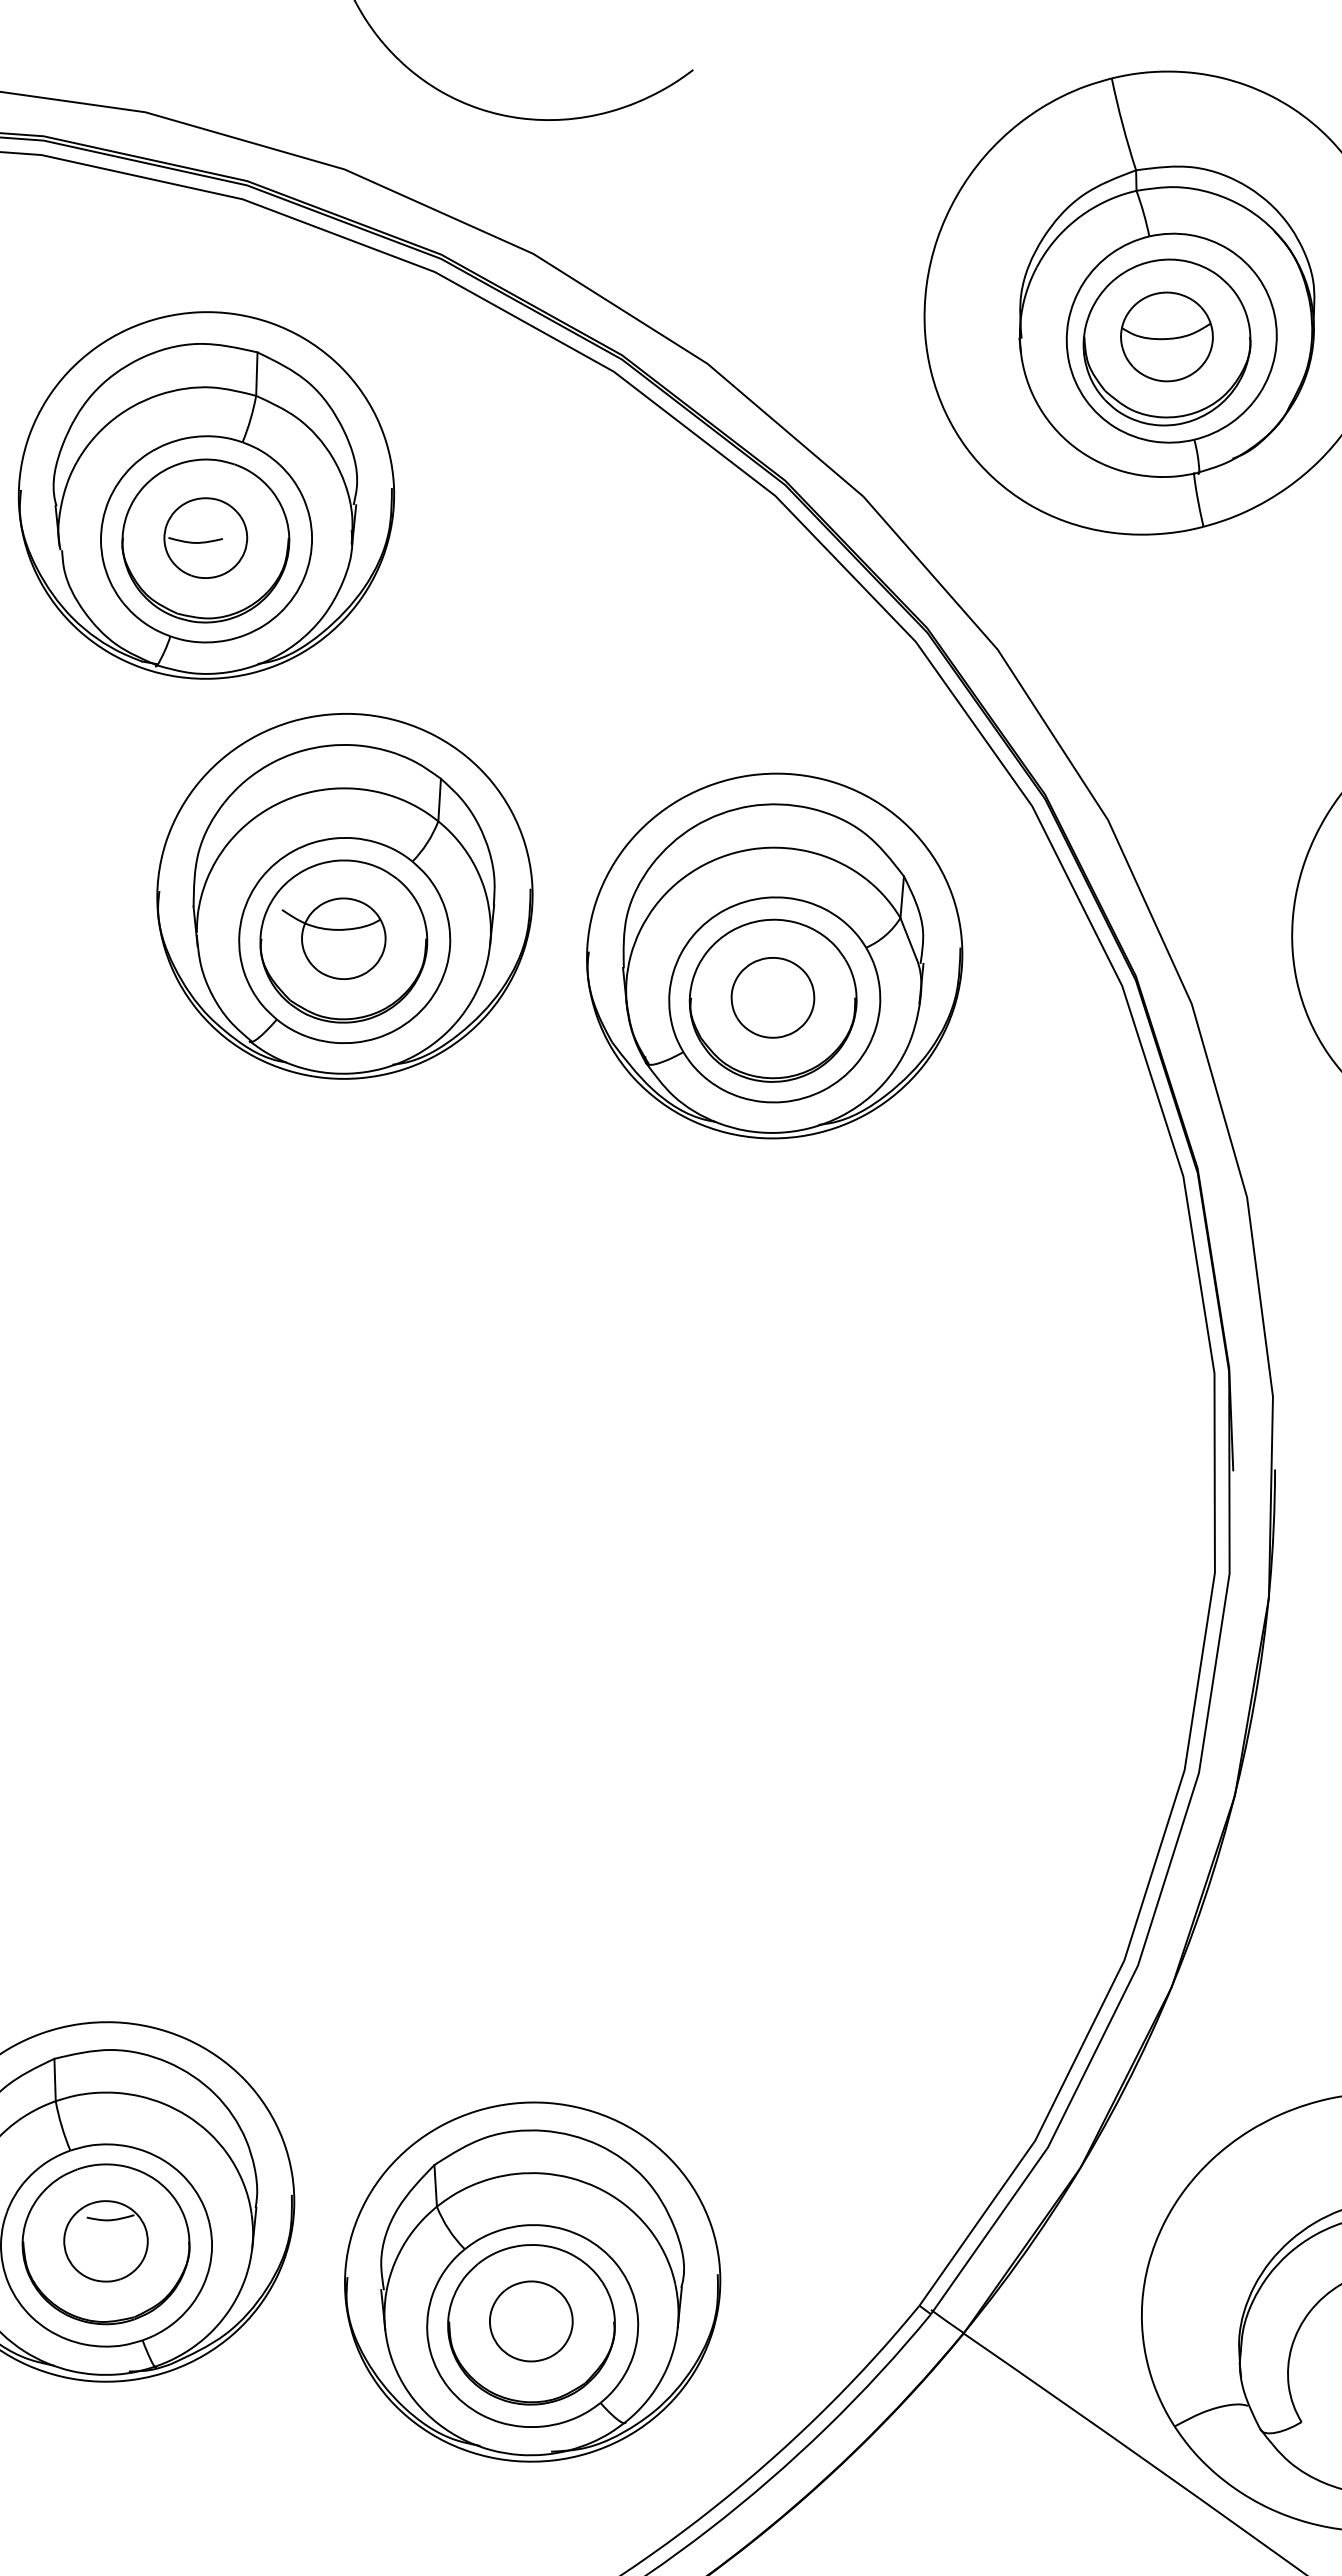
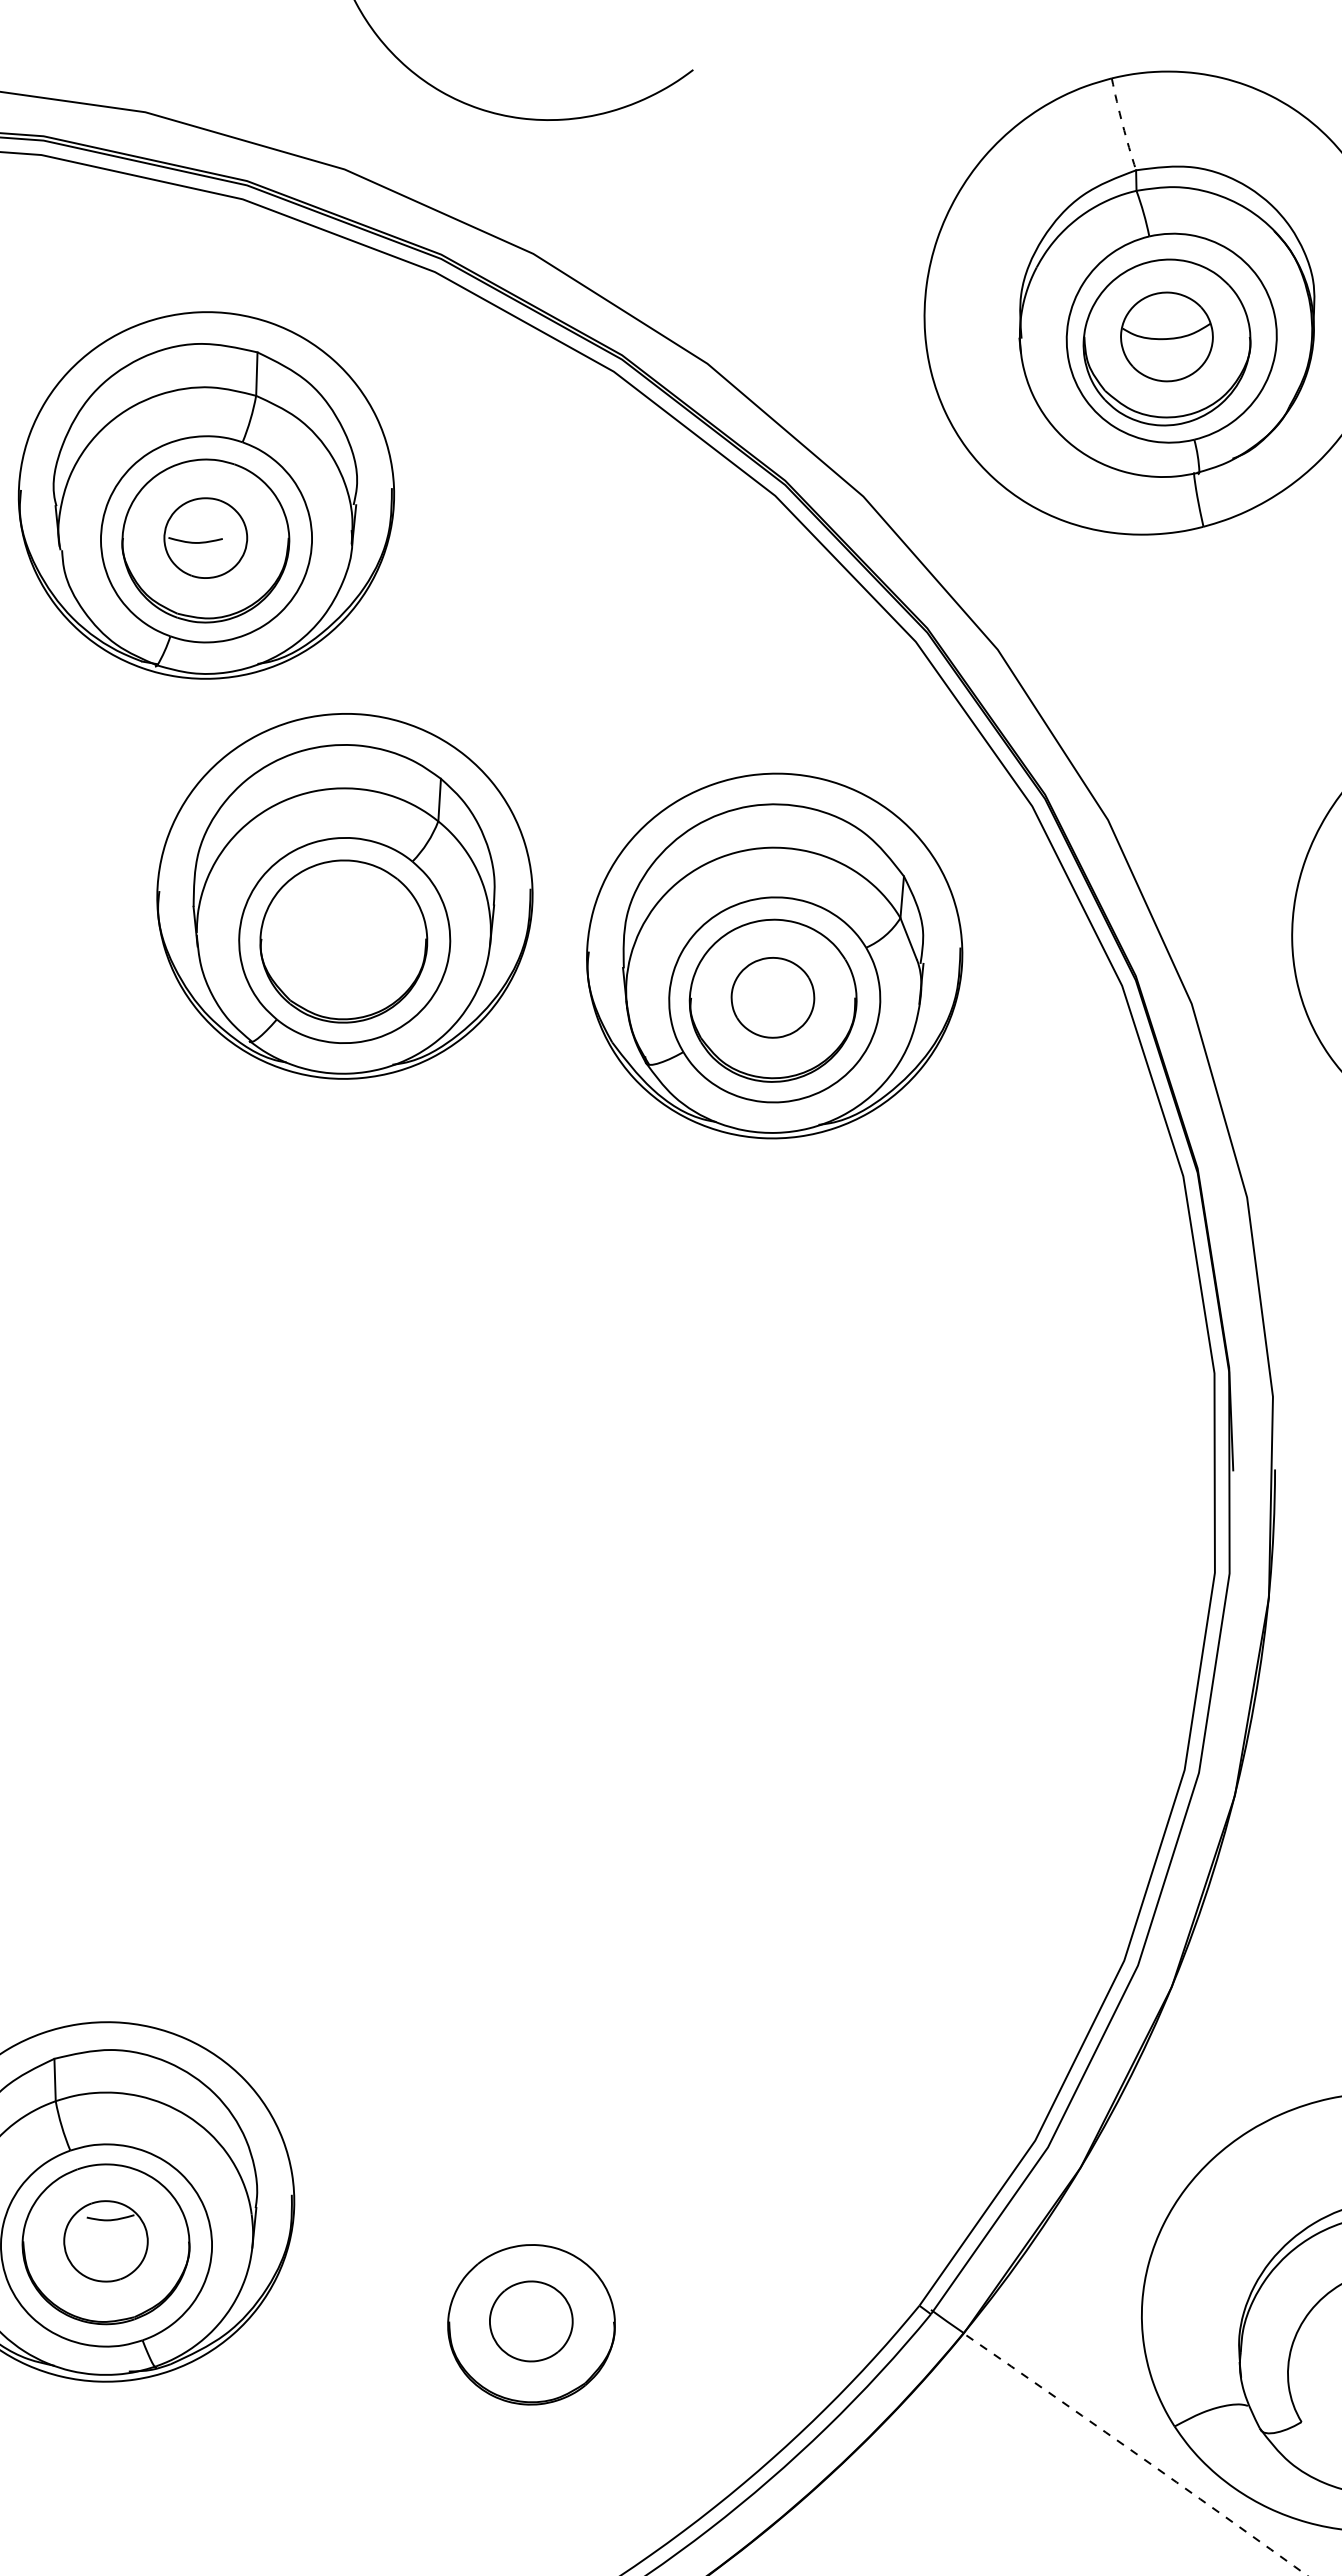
arc at (1122, 124): solid -> dashed
part at (333, 938): present -> none
part at (532, 2281): present -> none
arc at (1136, 2453): solid -> dashed
